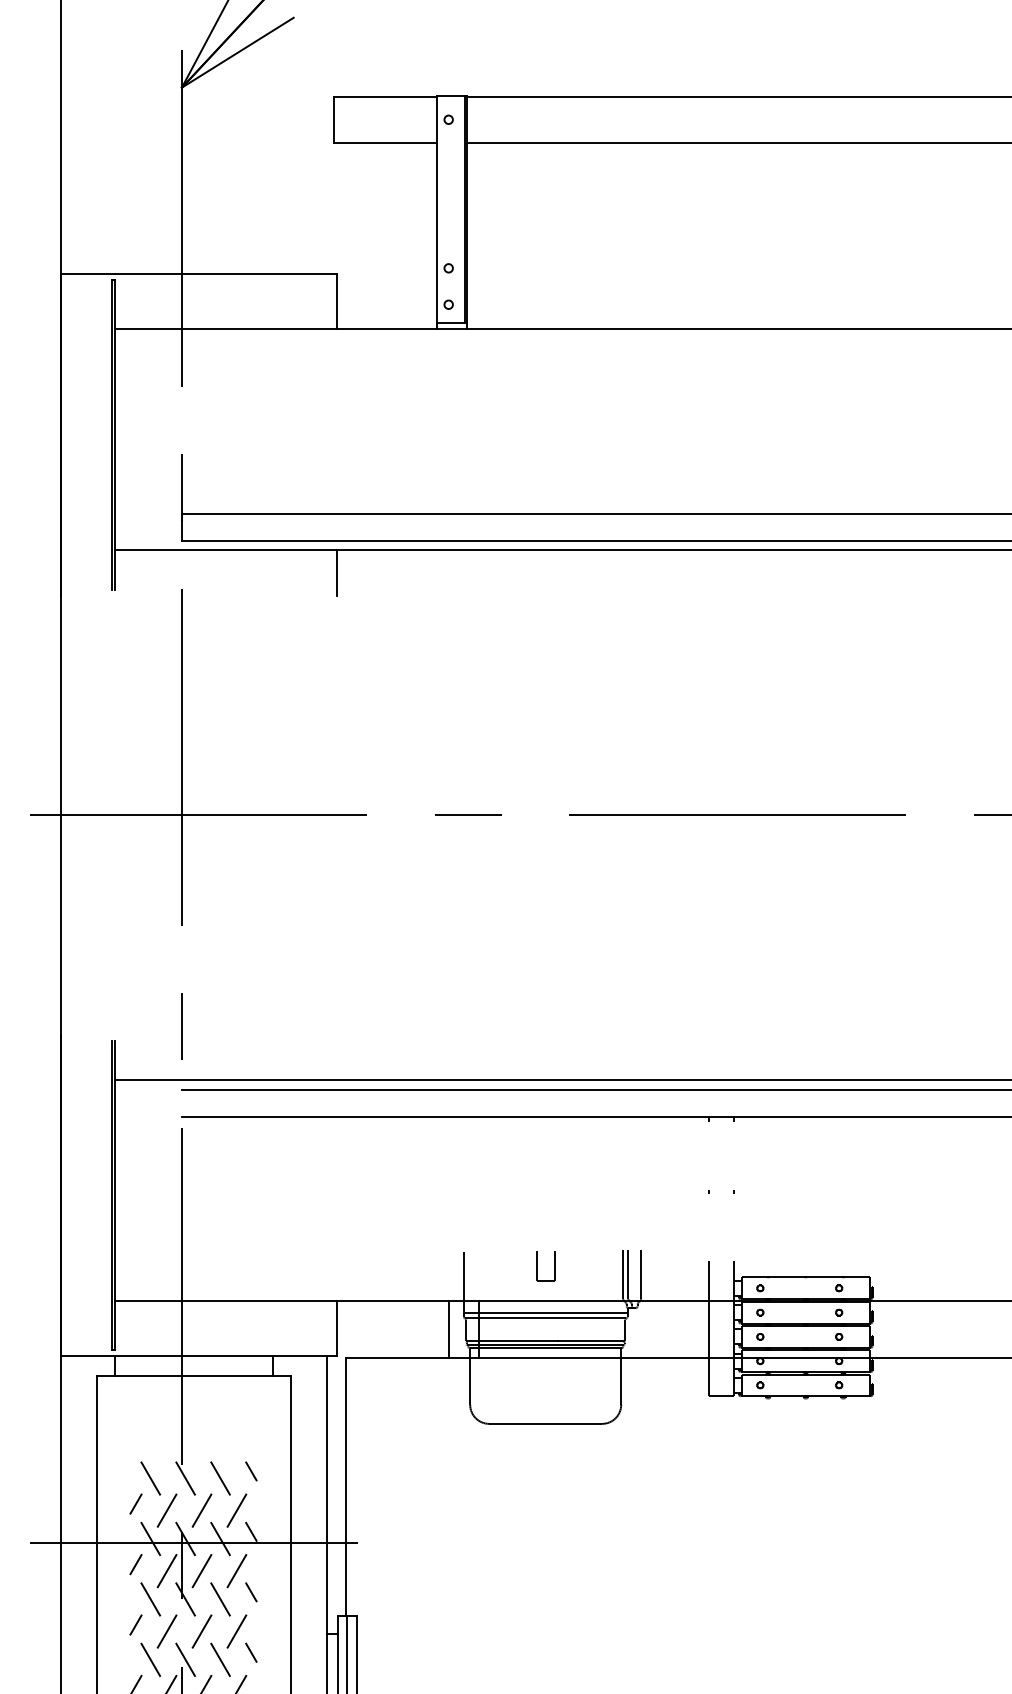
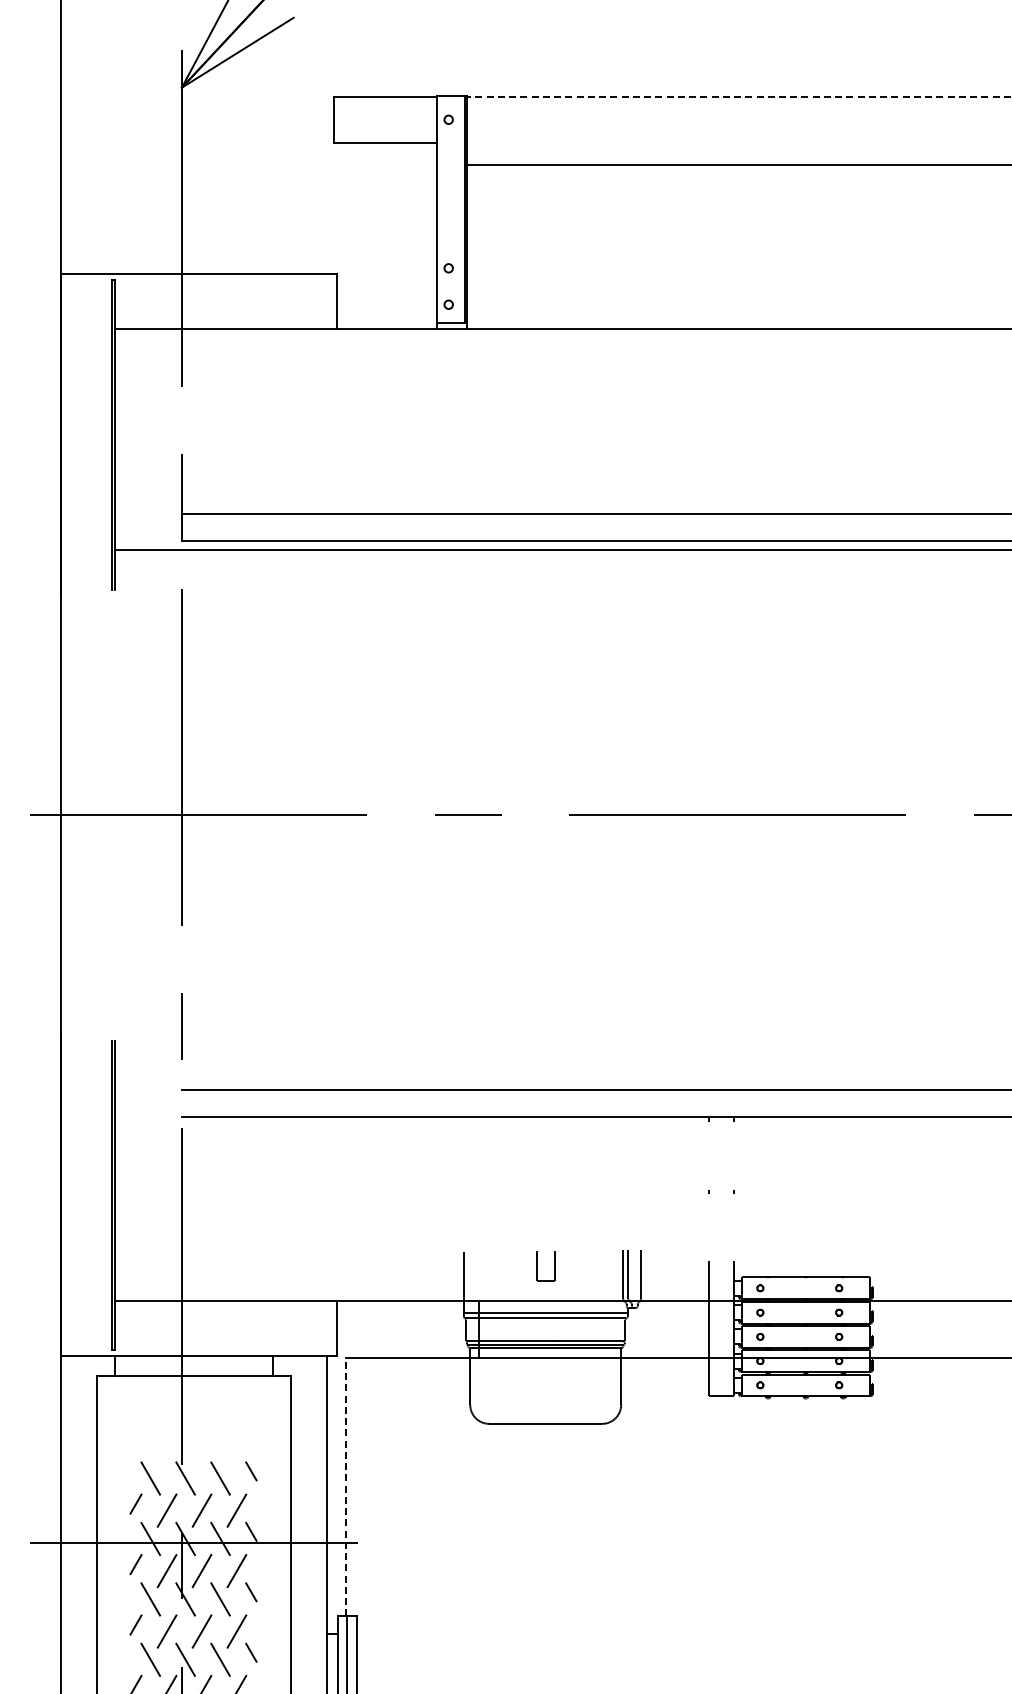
line at (738, 97): solid -> dashed
line at (737, 142) position: (737, 142) -> (737, 164)
line at (336, 572): present -> none
line at (561, 1080): present -> none
line at (448, 1329): present -> none
line at (345, 1486): solid -> dashed
